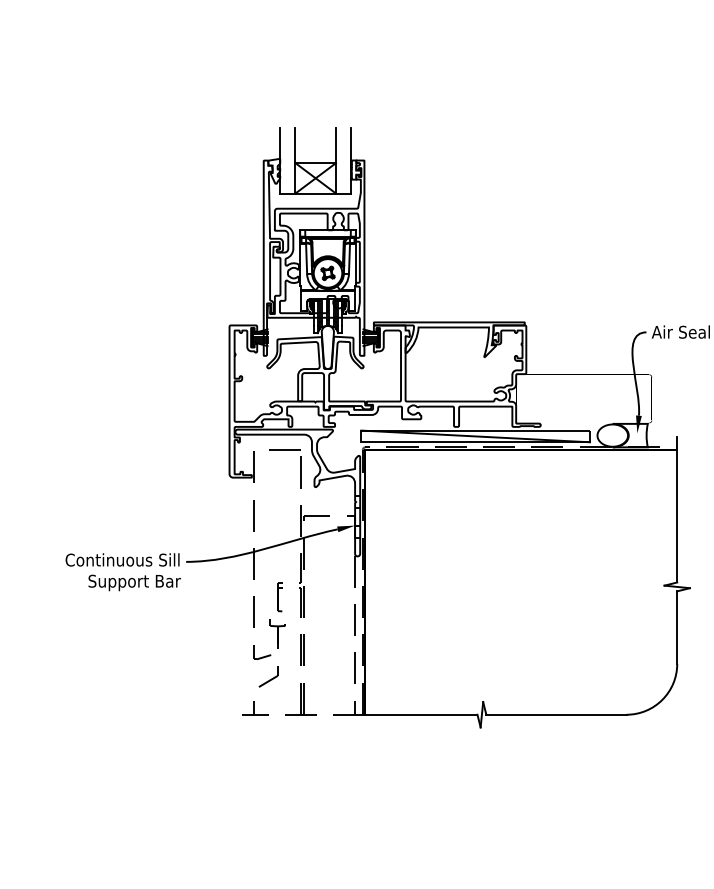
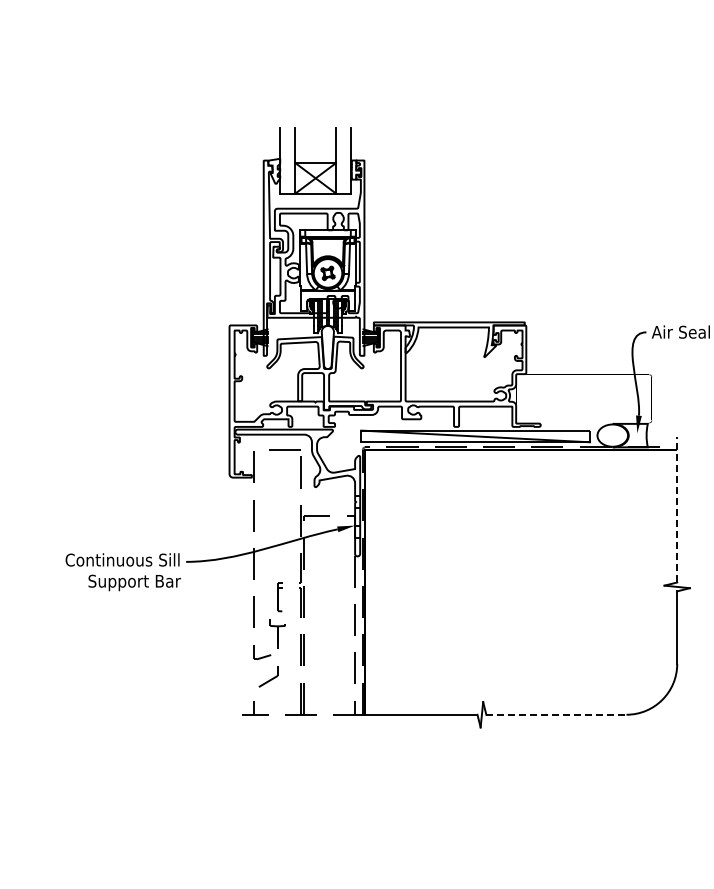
line at (677, 509): solid -> dashed
line at (556, 714): solid -> dashed
